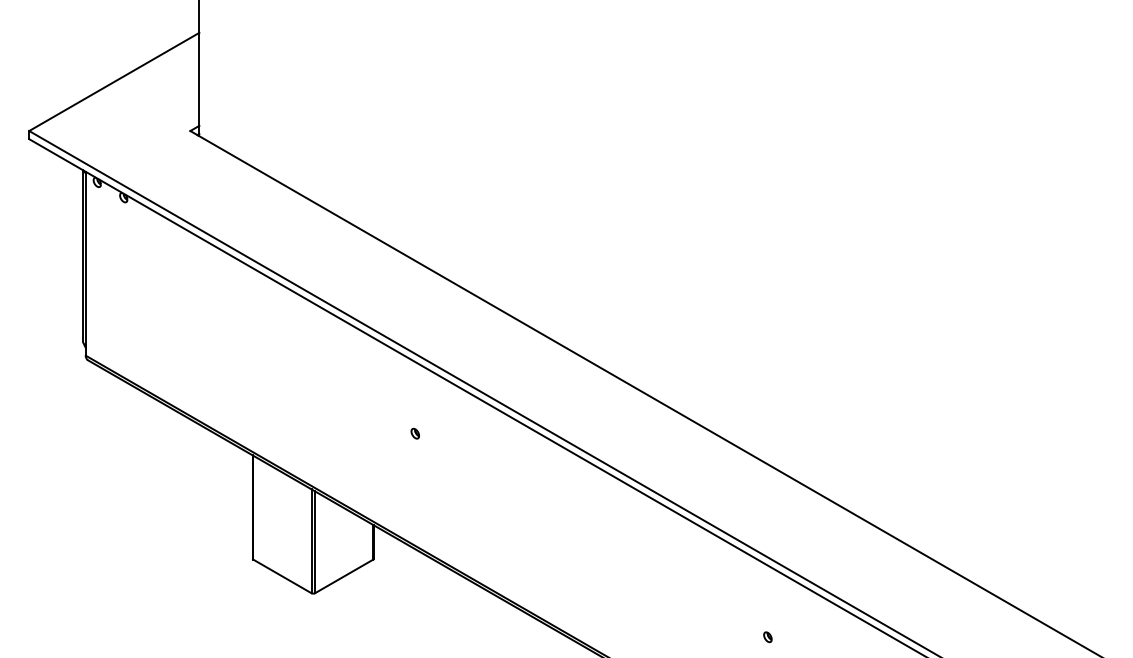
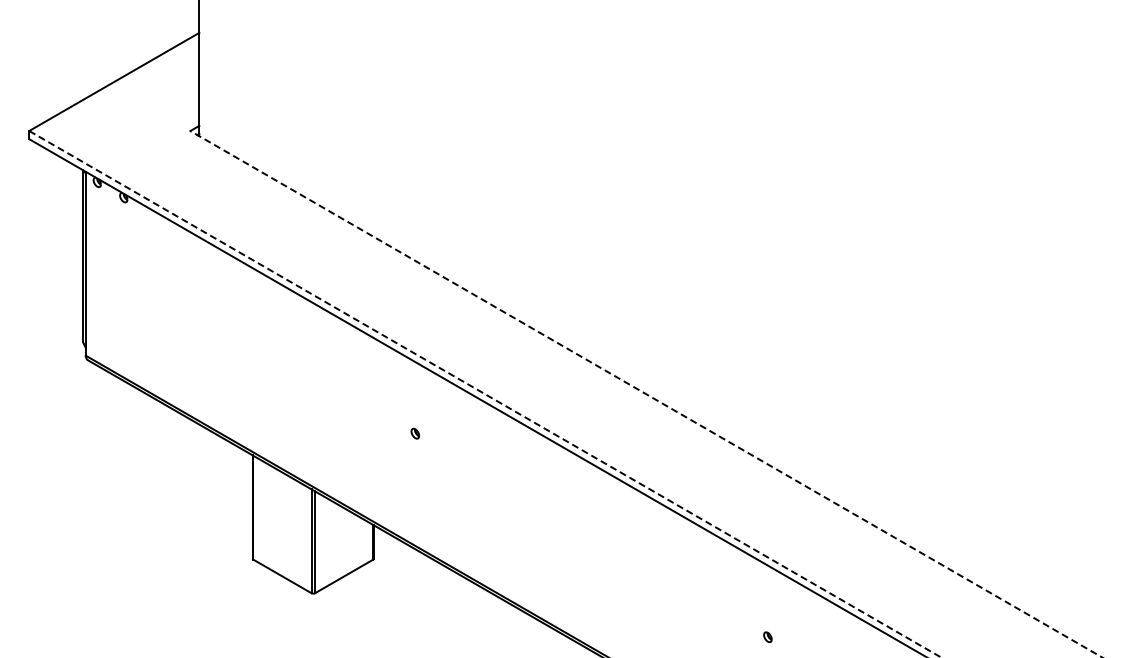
line at (485, 394): solid -> dashed
line at (646, 394): solid -> dashed
